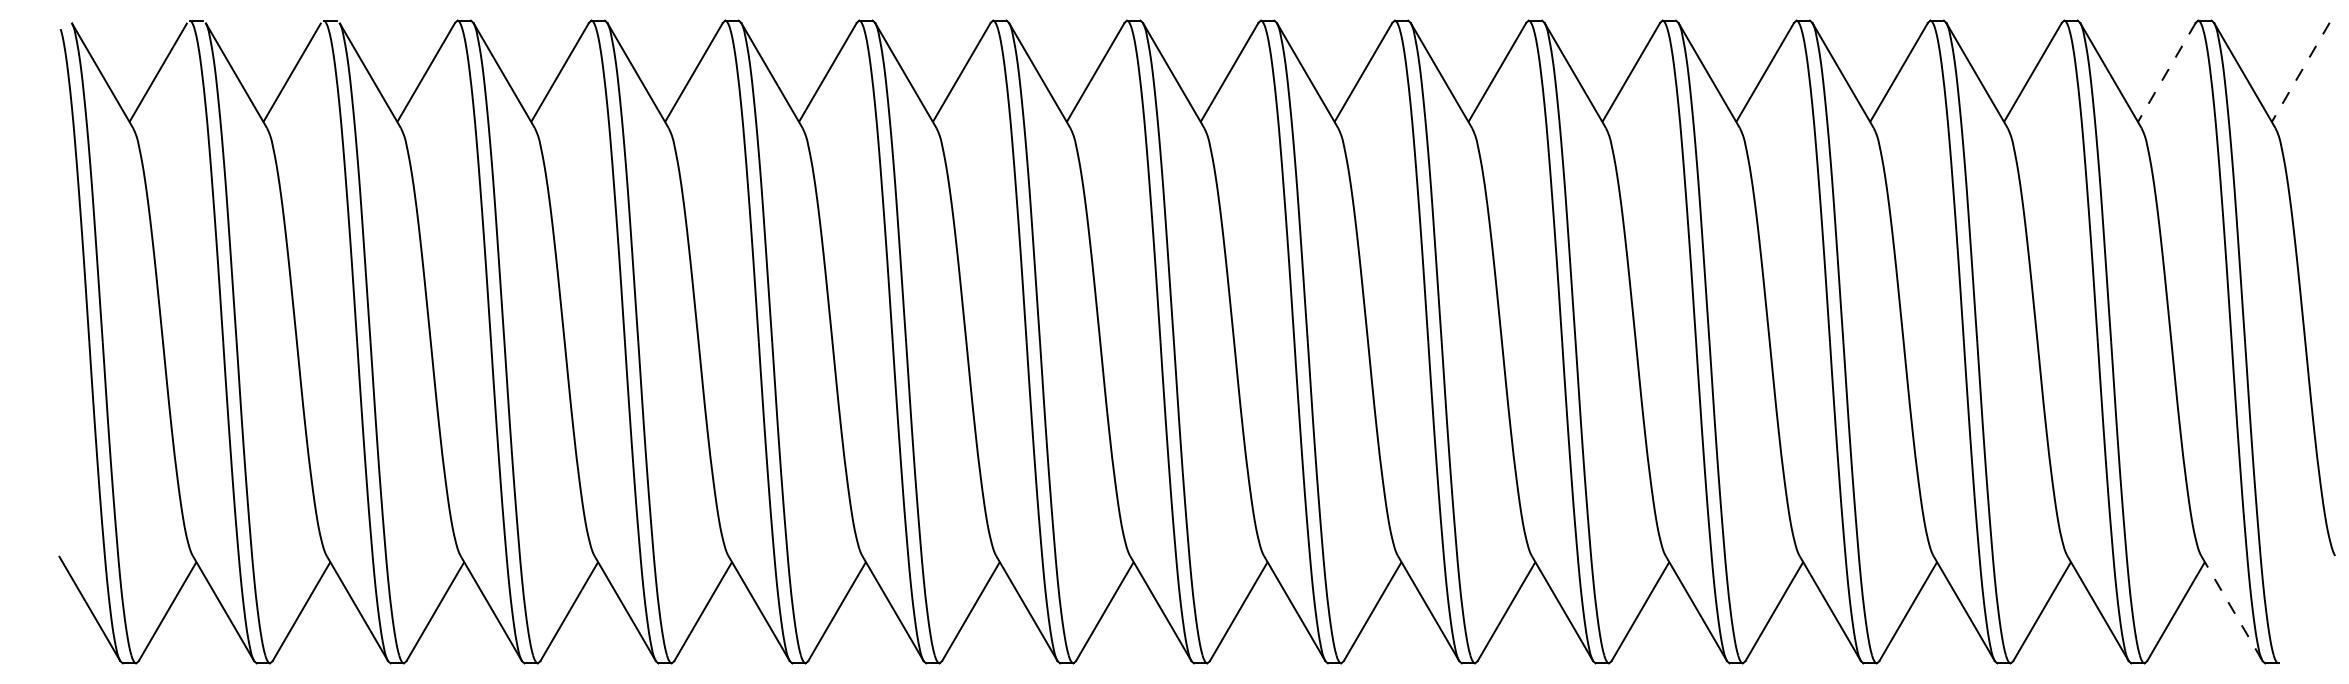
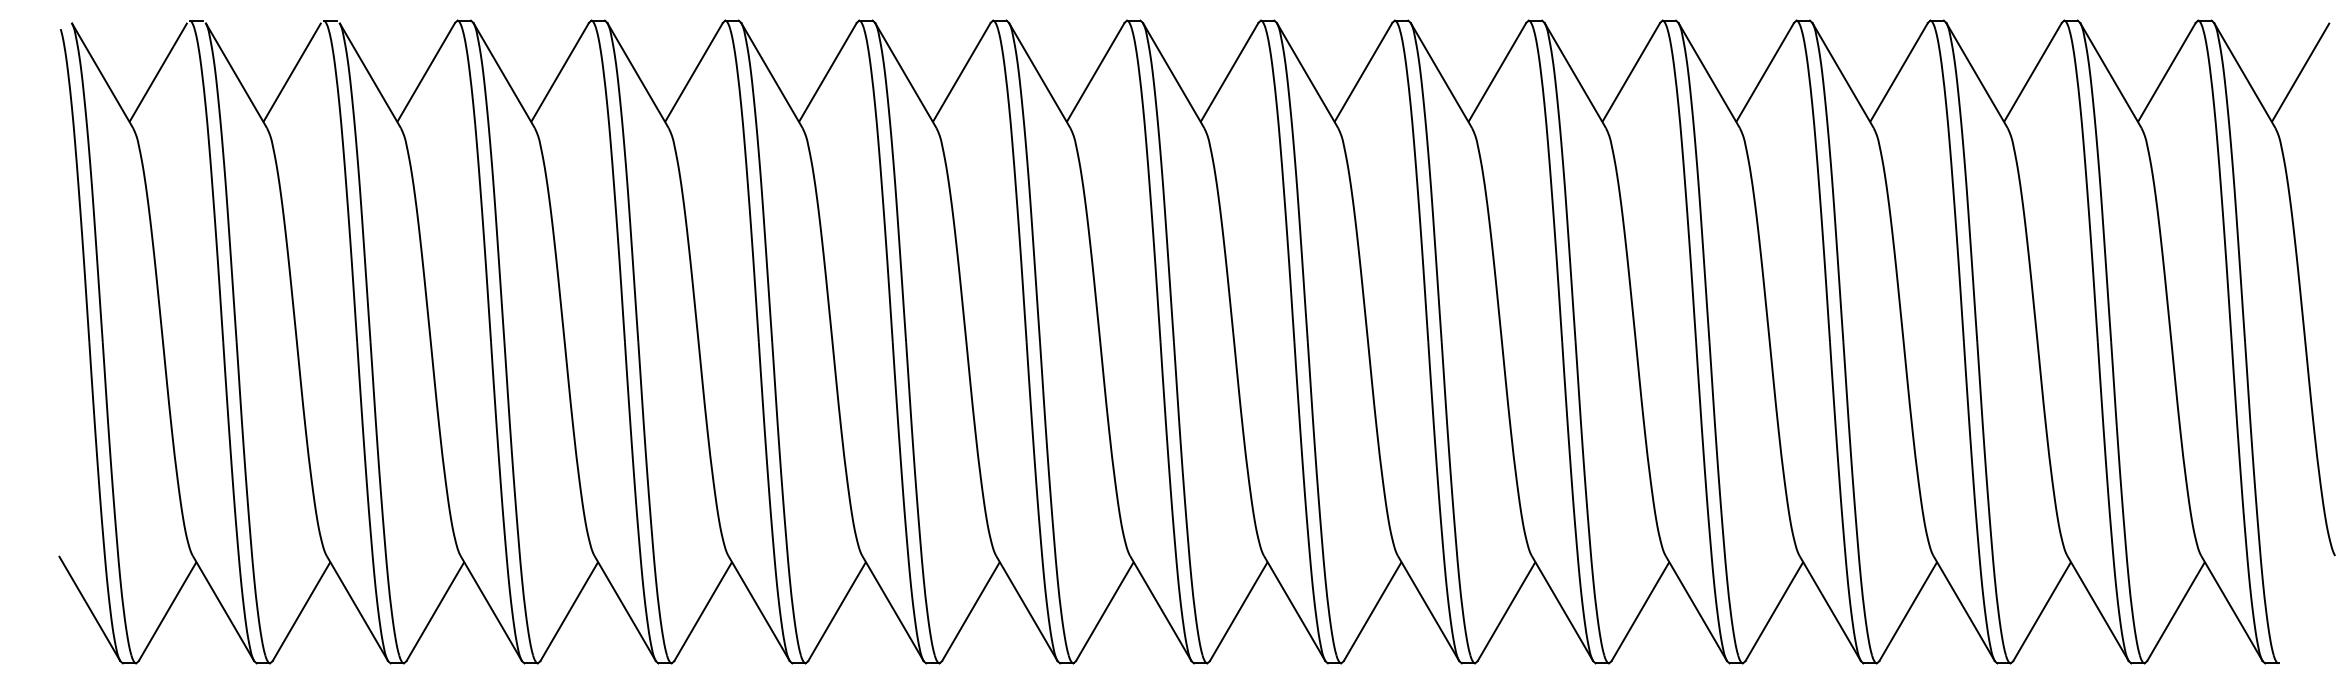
line at (2166, 73): dashed -> solid
line at (2300, 73): dashed -> solid
line at (2232, 608): dashed -> solid
